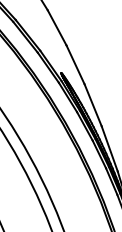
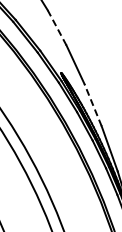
line at (57, 27): solid -> dashed
line at (93, 105): solid -> dashed
